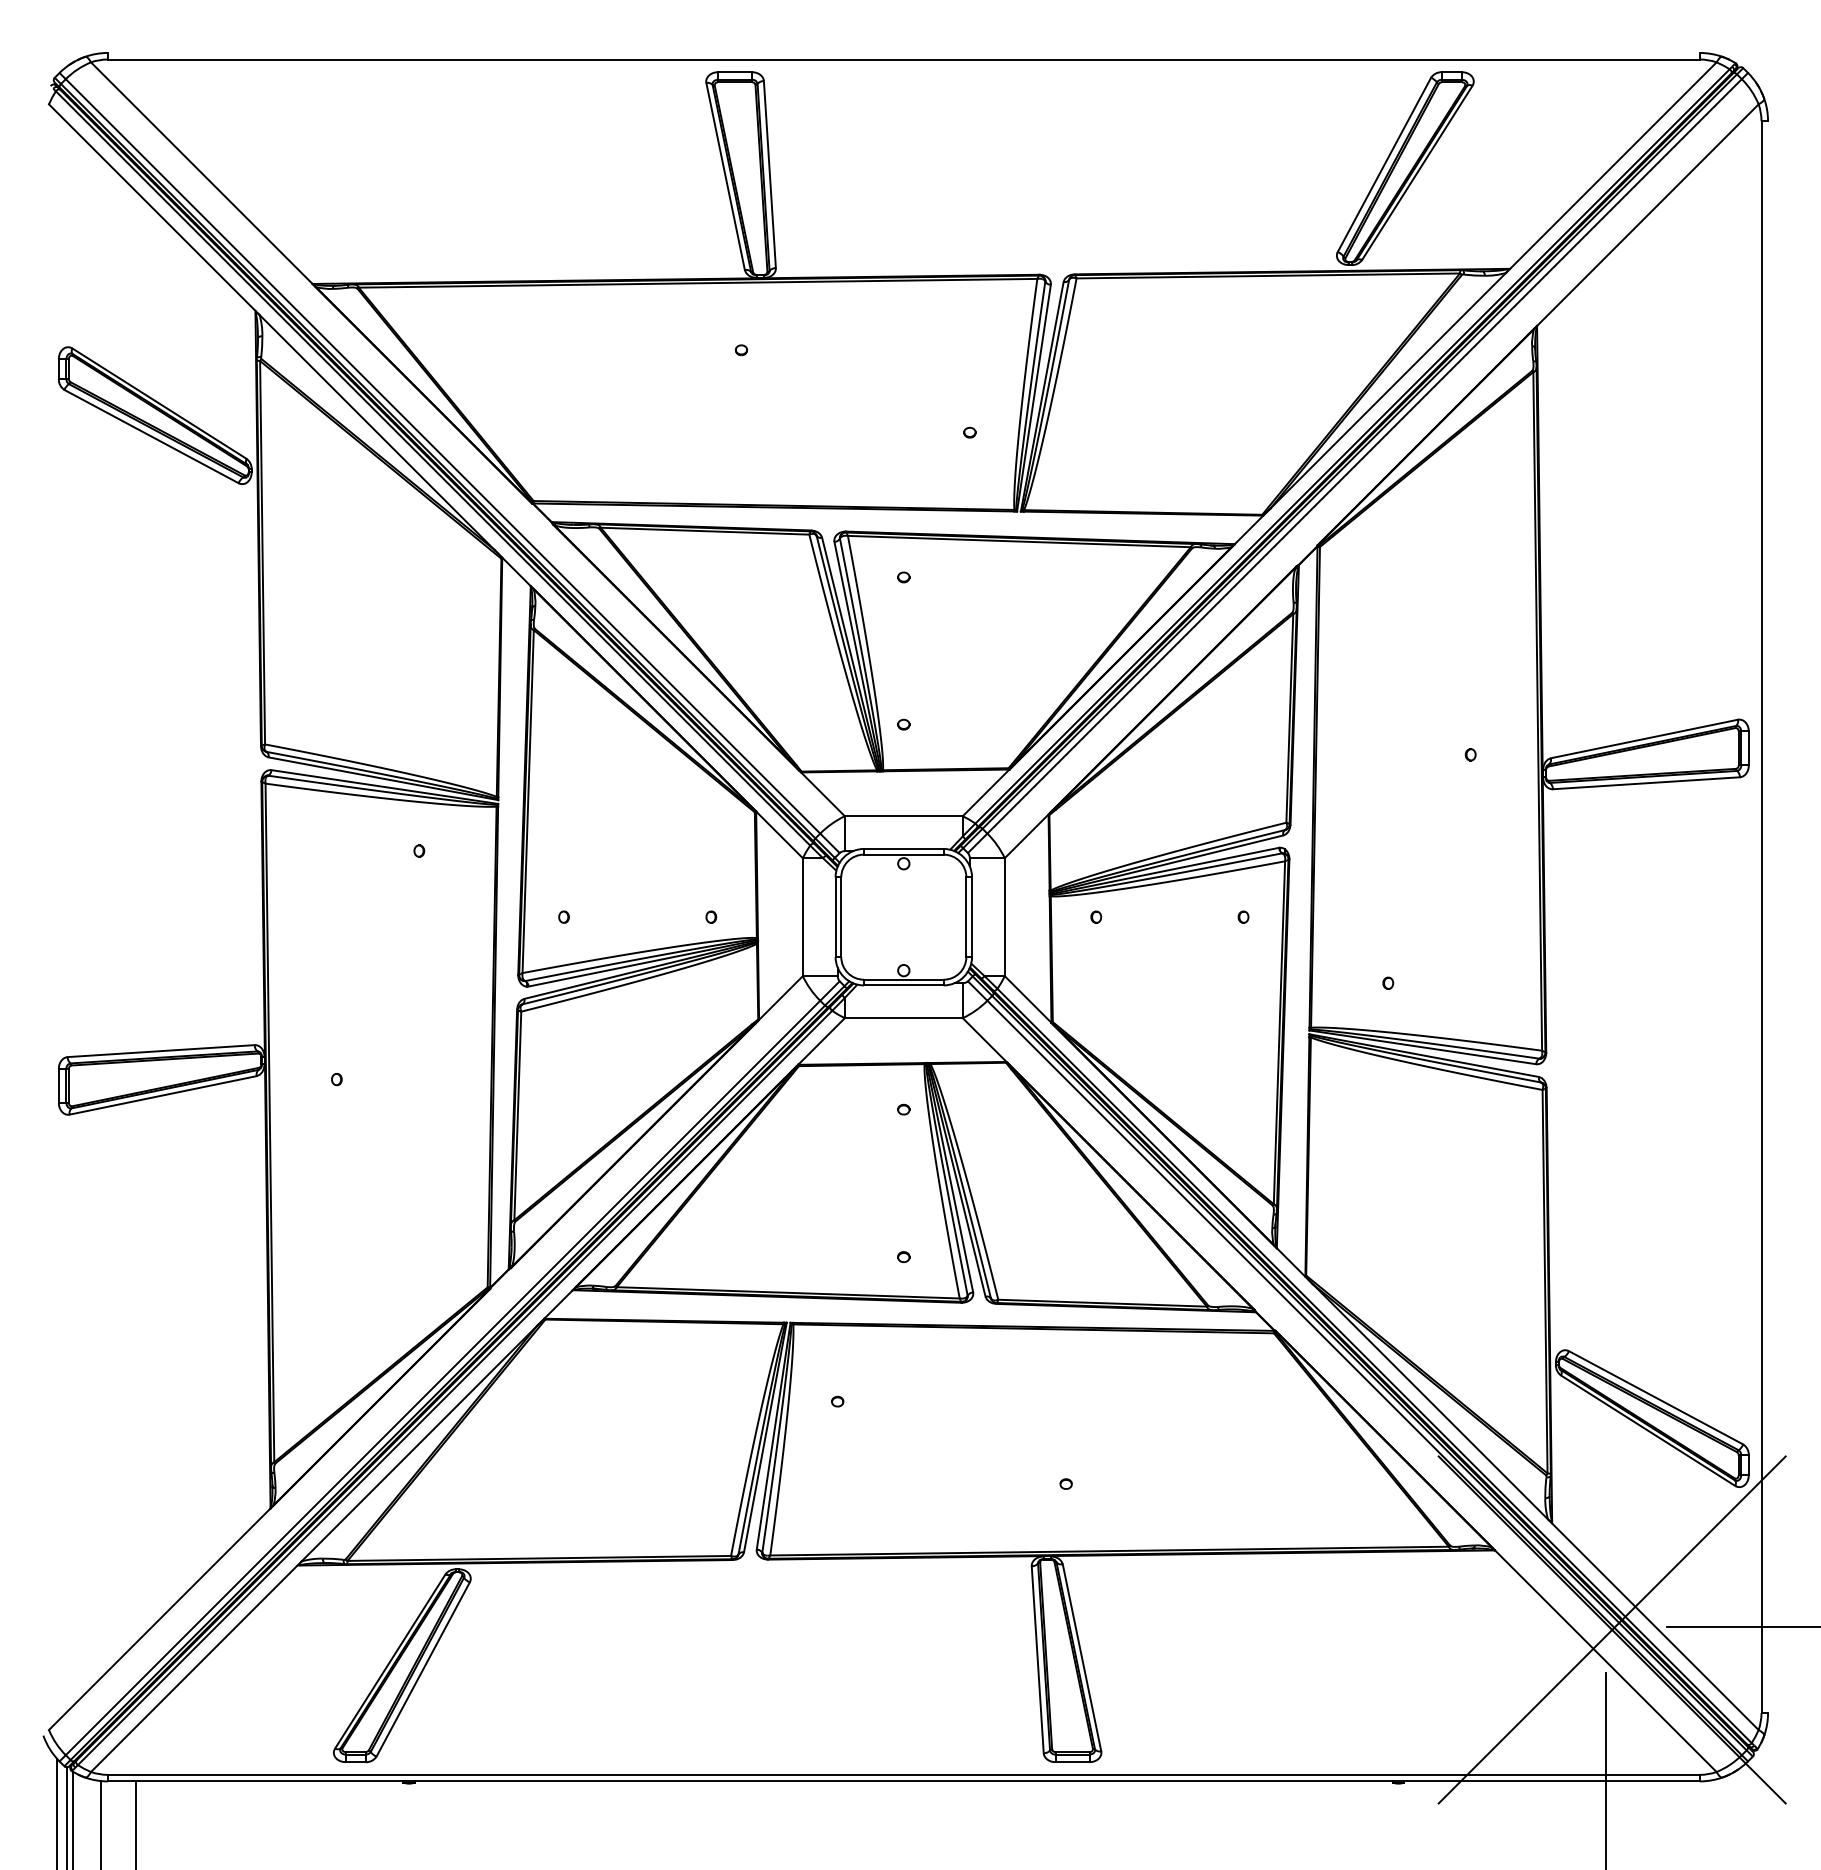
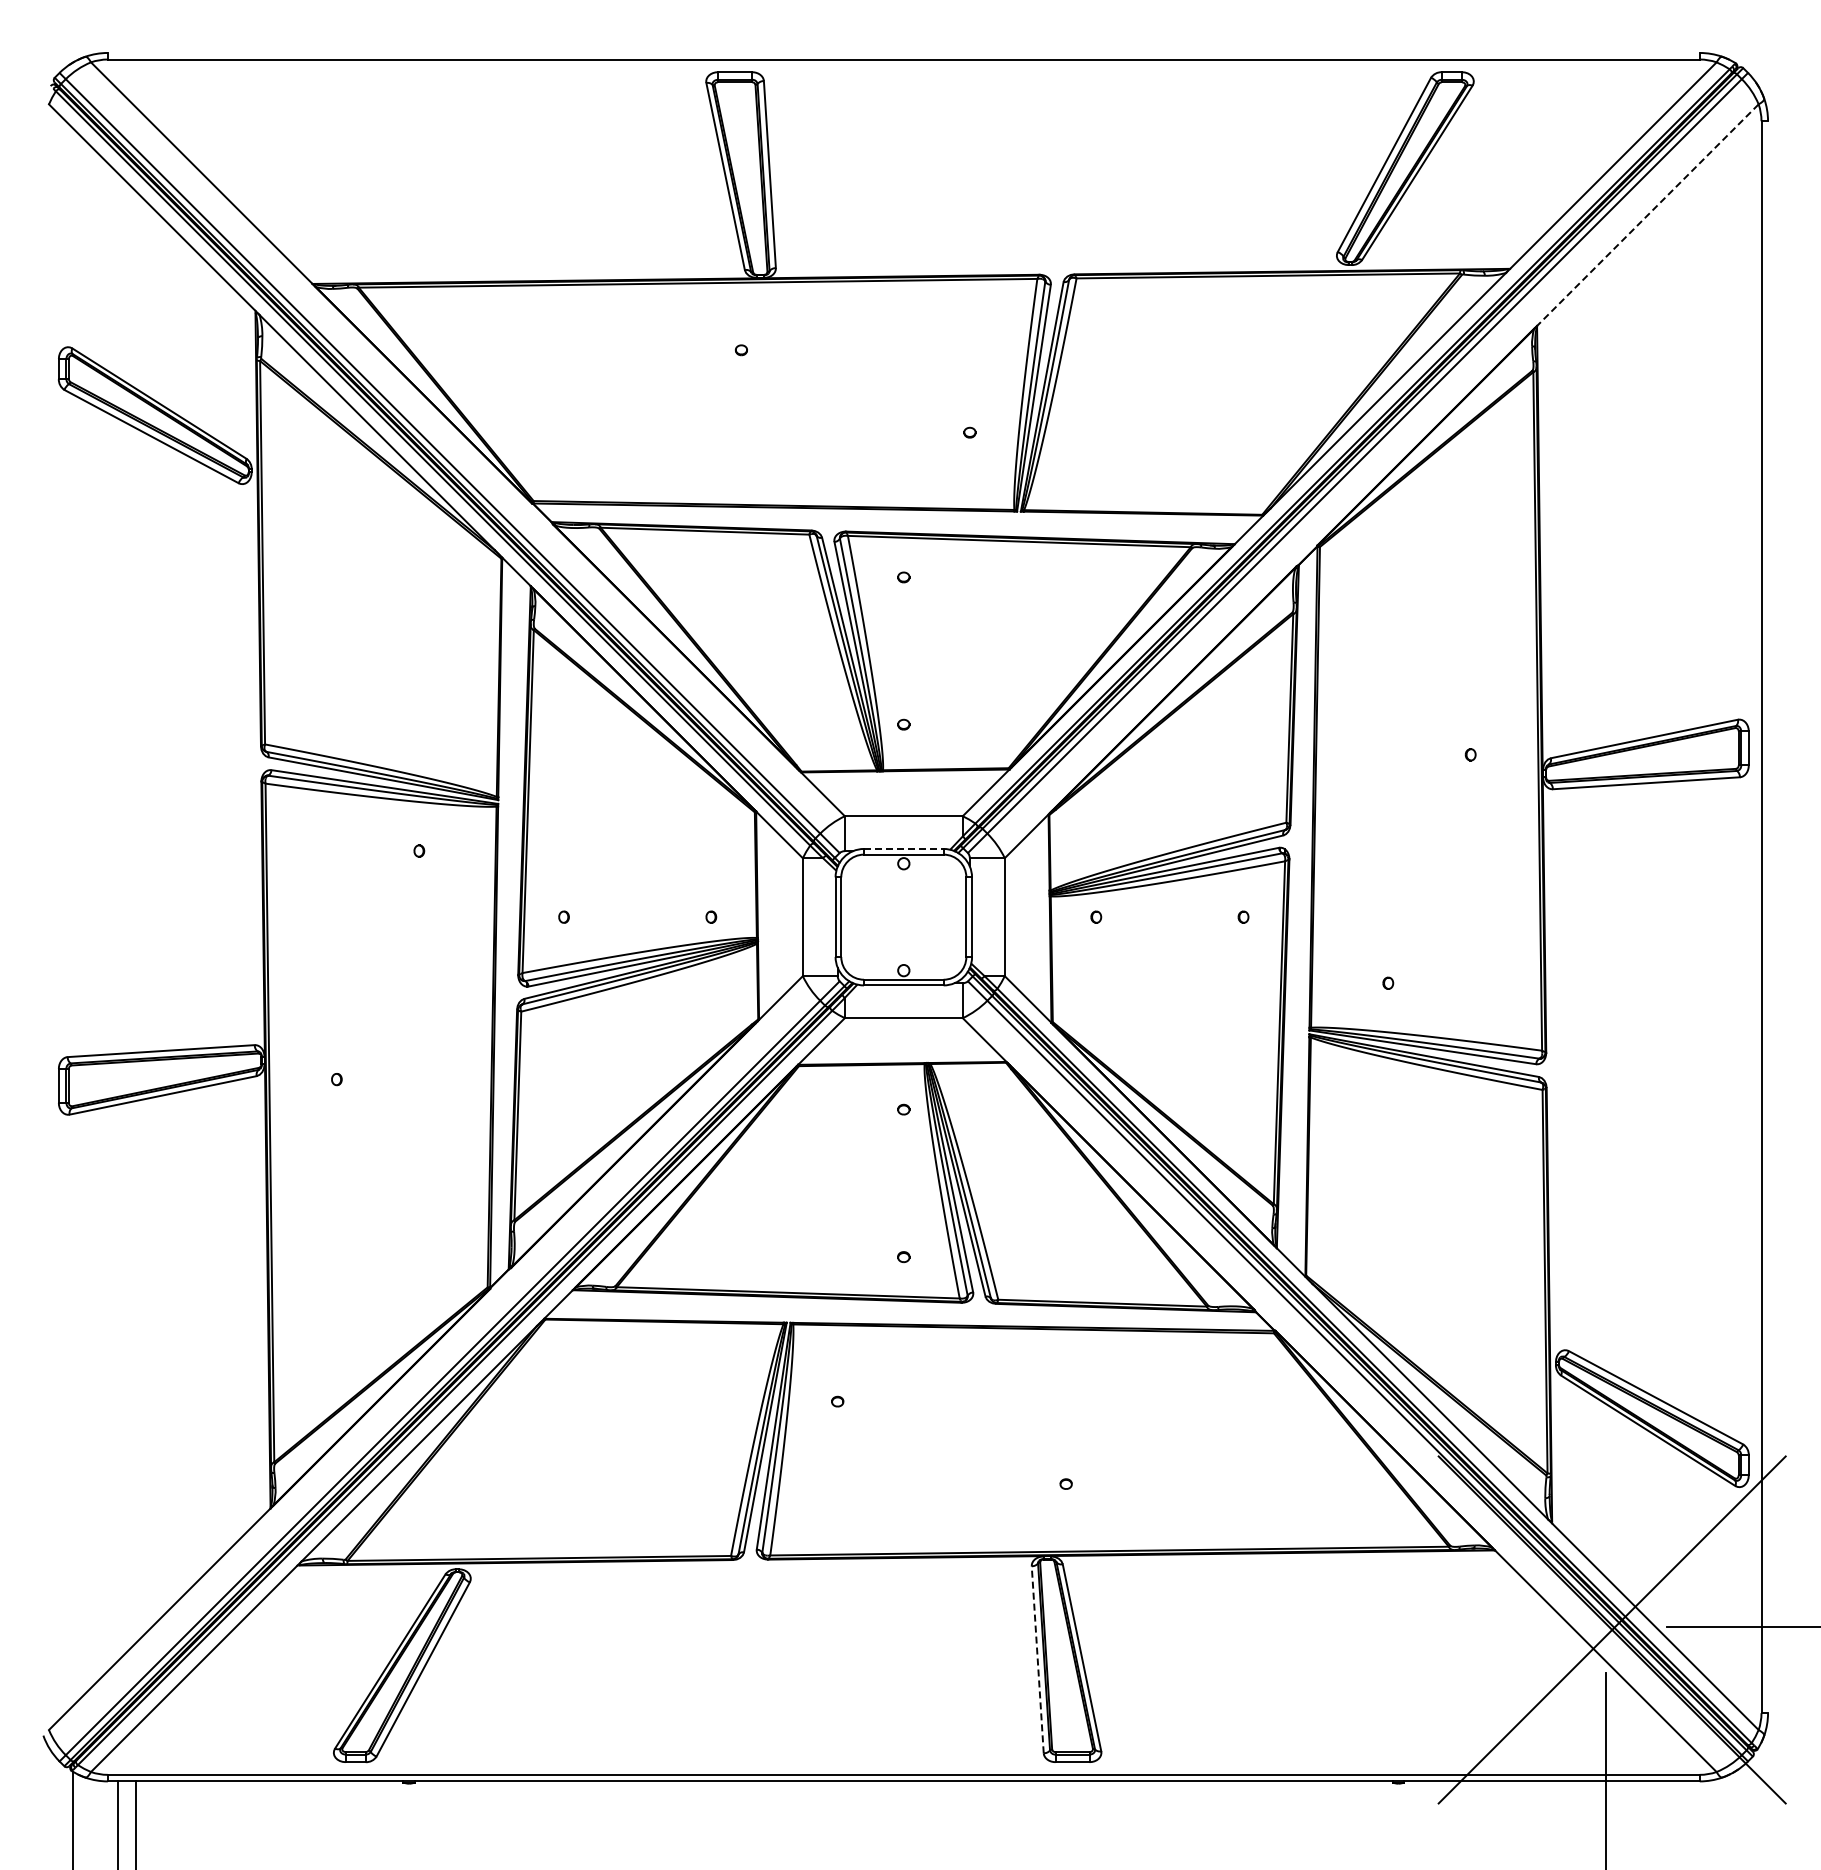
line at (1647, 215): solid -> dashed
line at (903, 848): solid -> dashed
line at (1037, 1659): solid -> dashed
line at (57, 1812): present -> none
line at (67, 1816): present -> none
line at (101, 1823) position: (101, 1823) -> (118, 1823)
